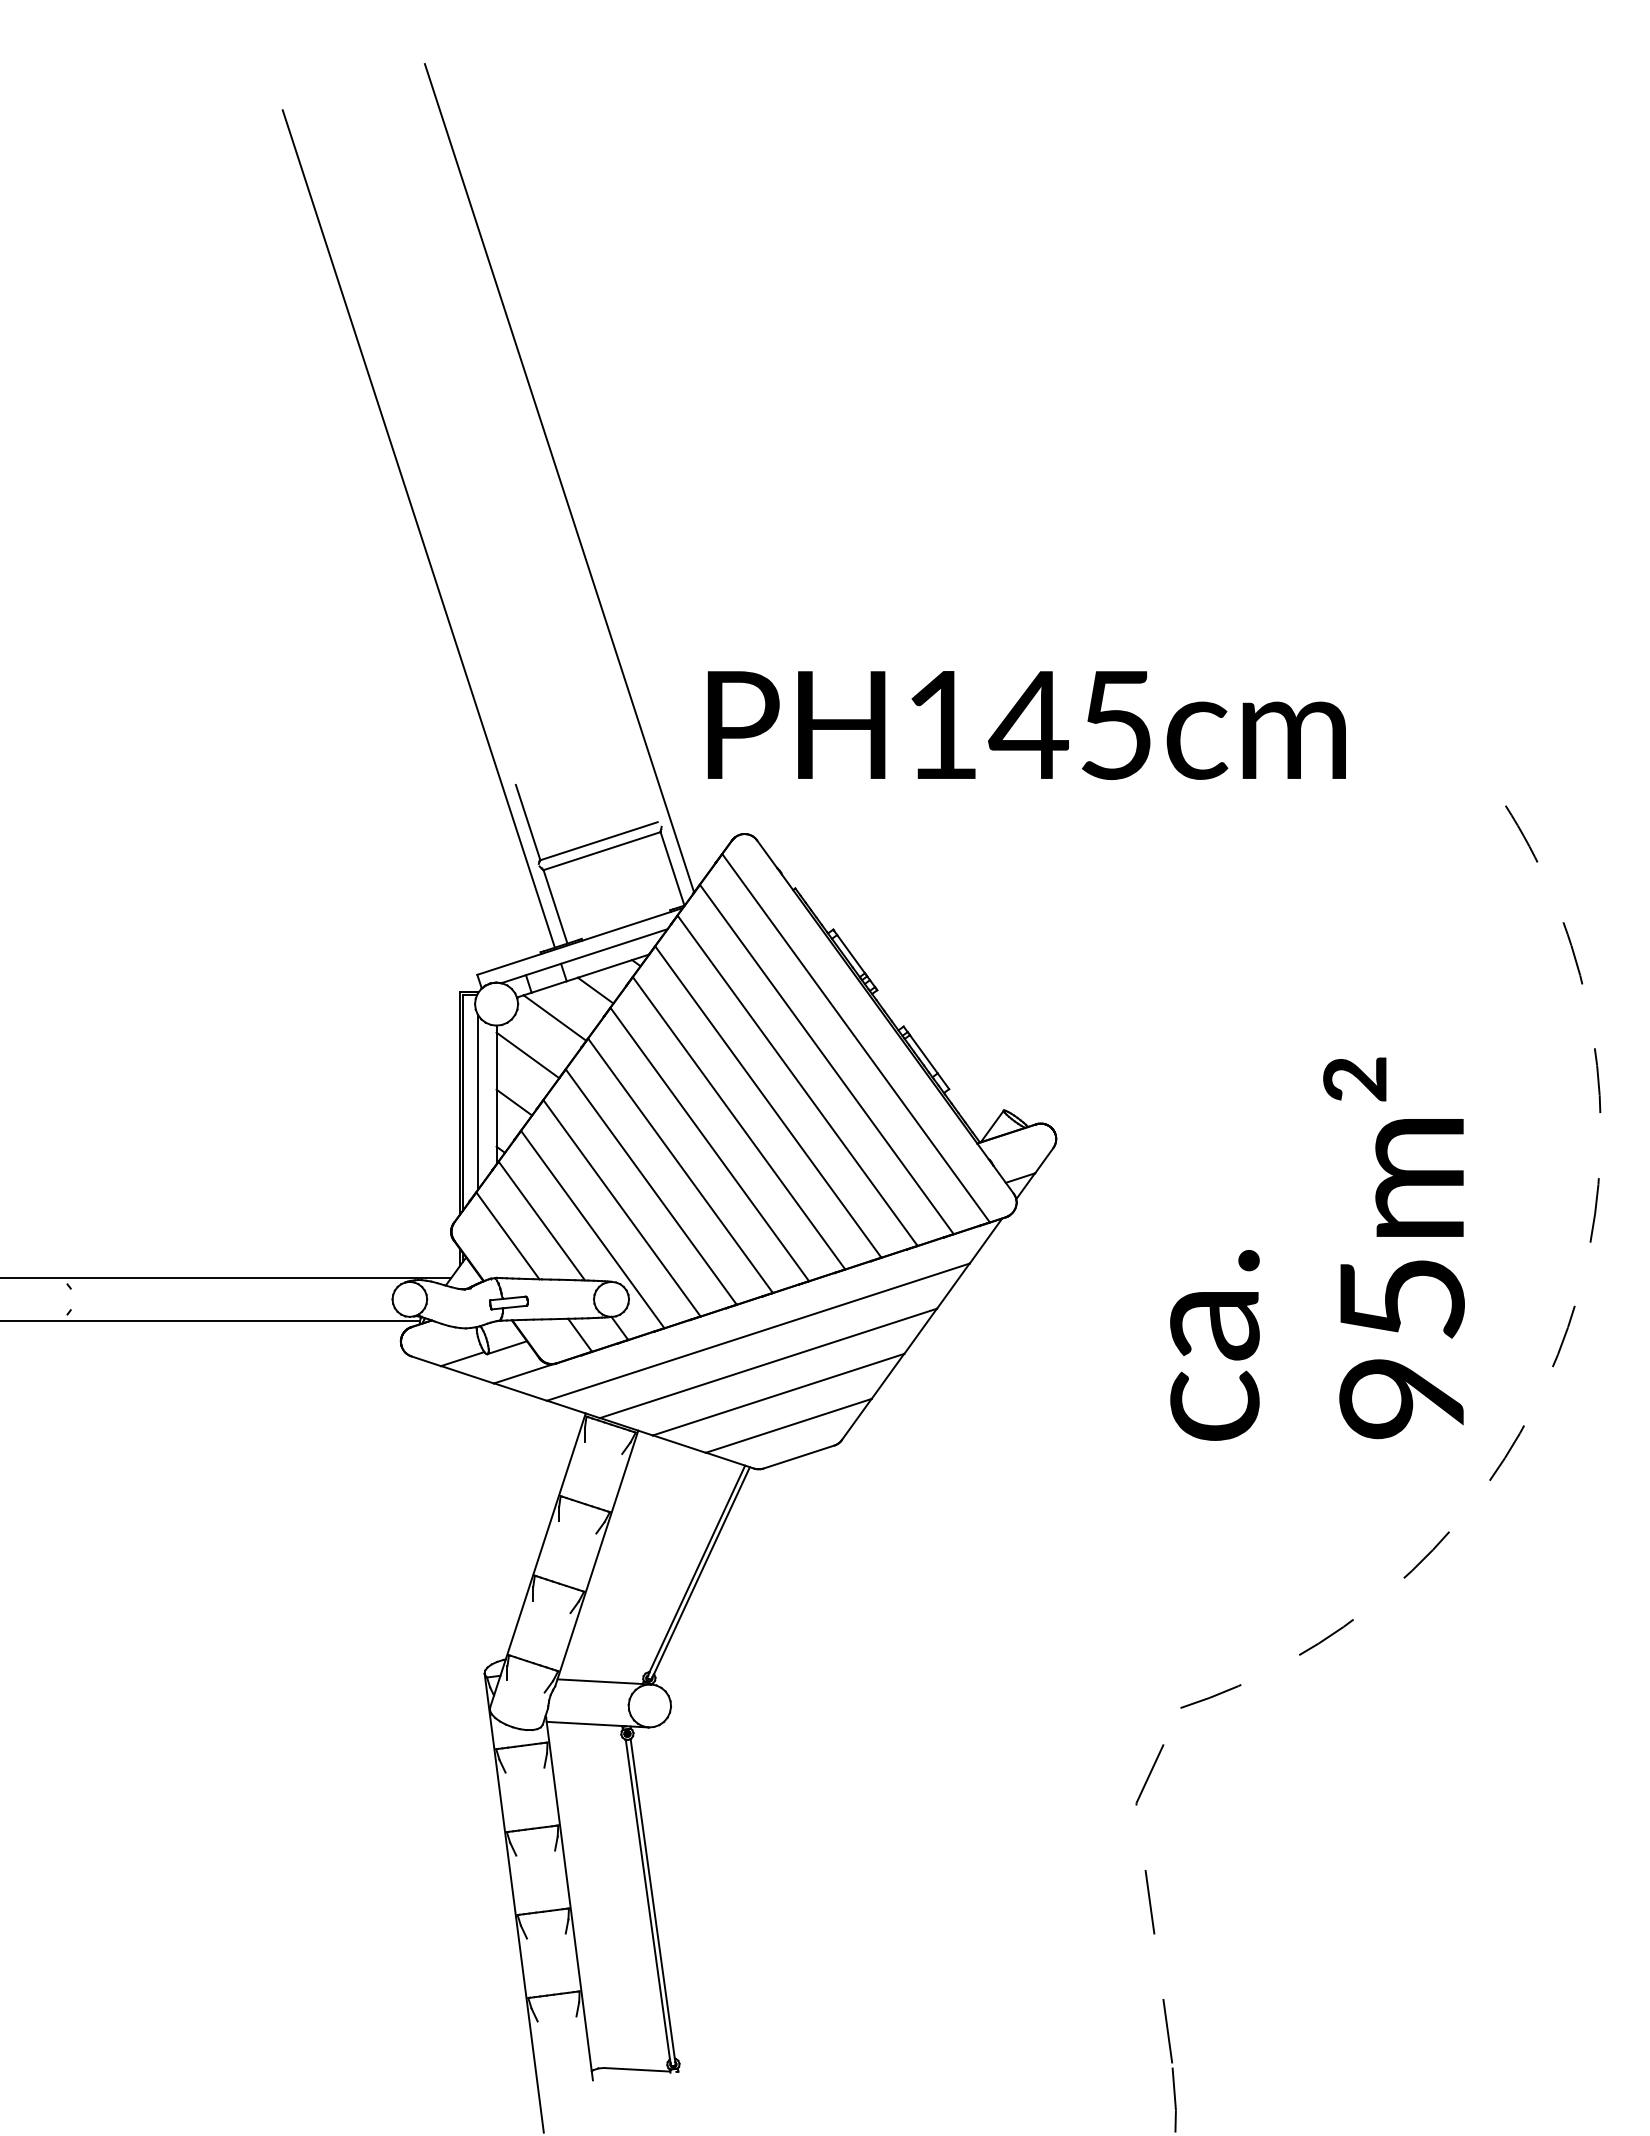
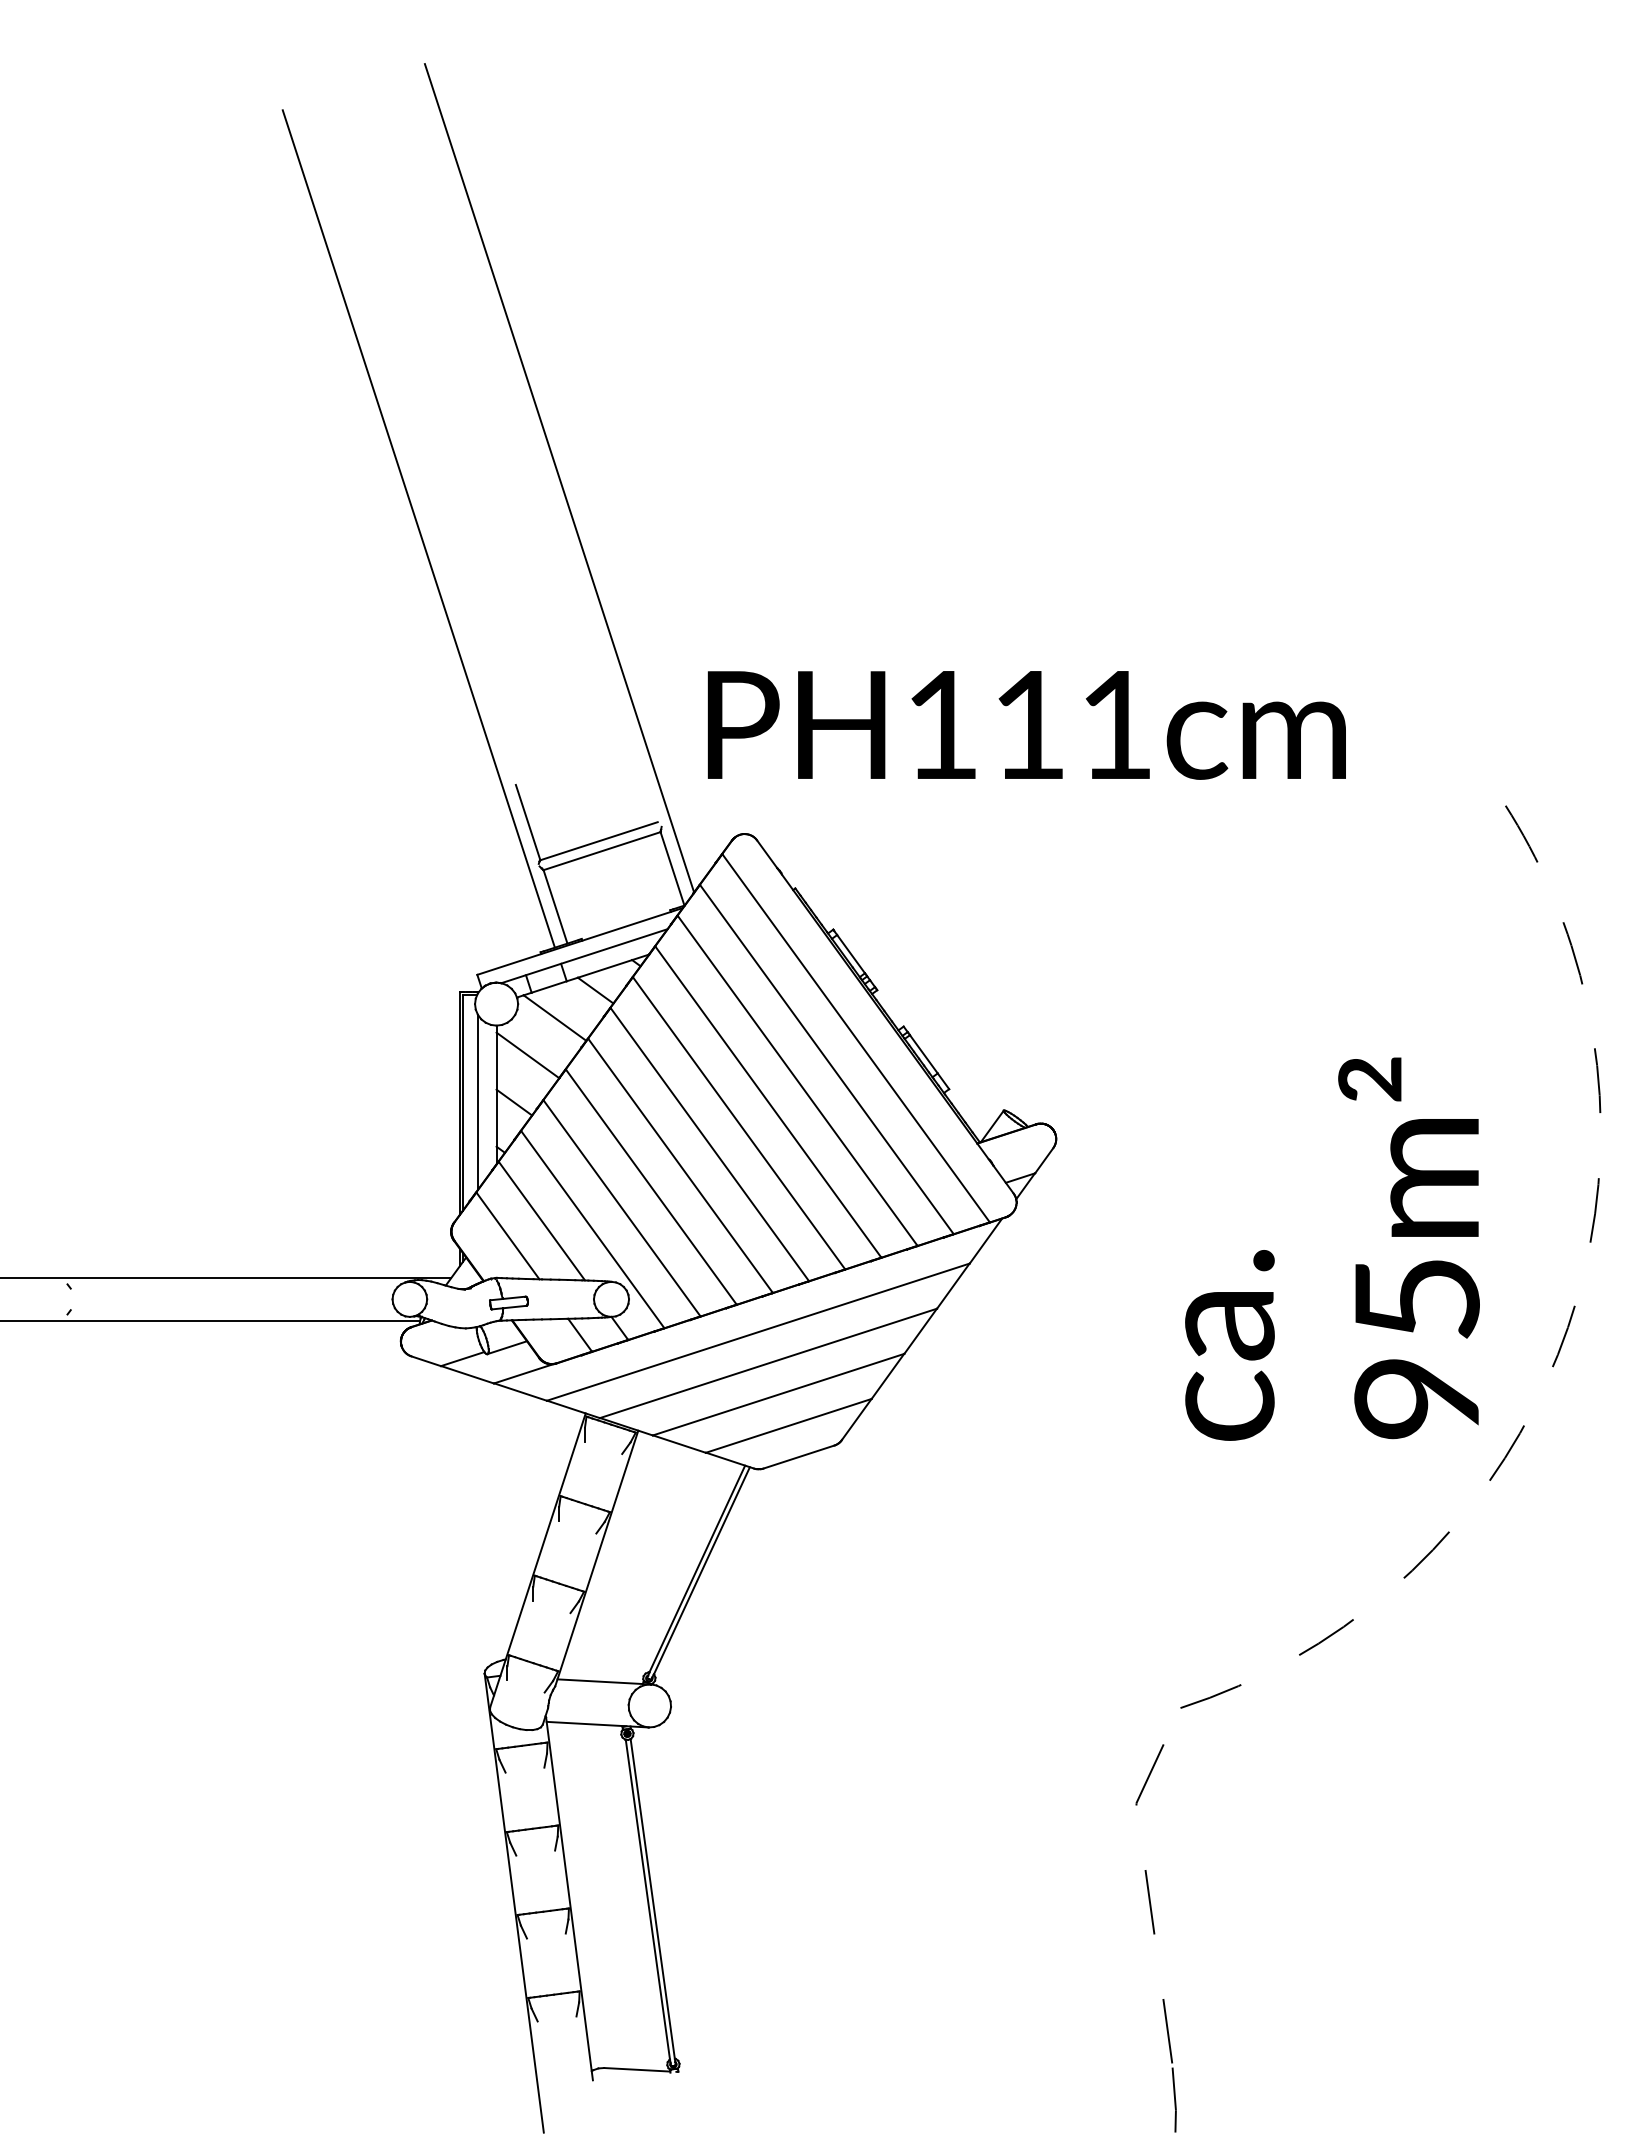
text at (1069, 725): PH145cm -> PH111cm
text at (1317, 1248) position: (1317, 1248) -> (1332, 1248)
